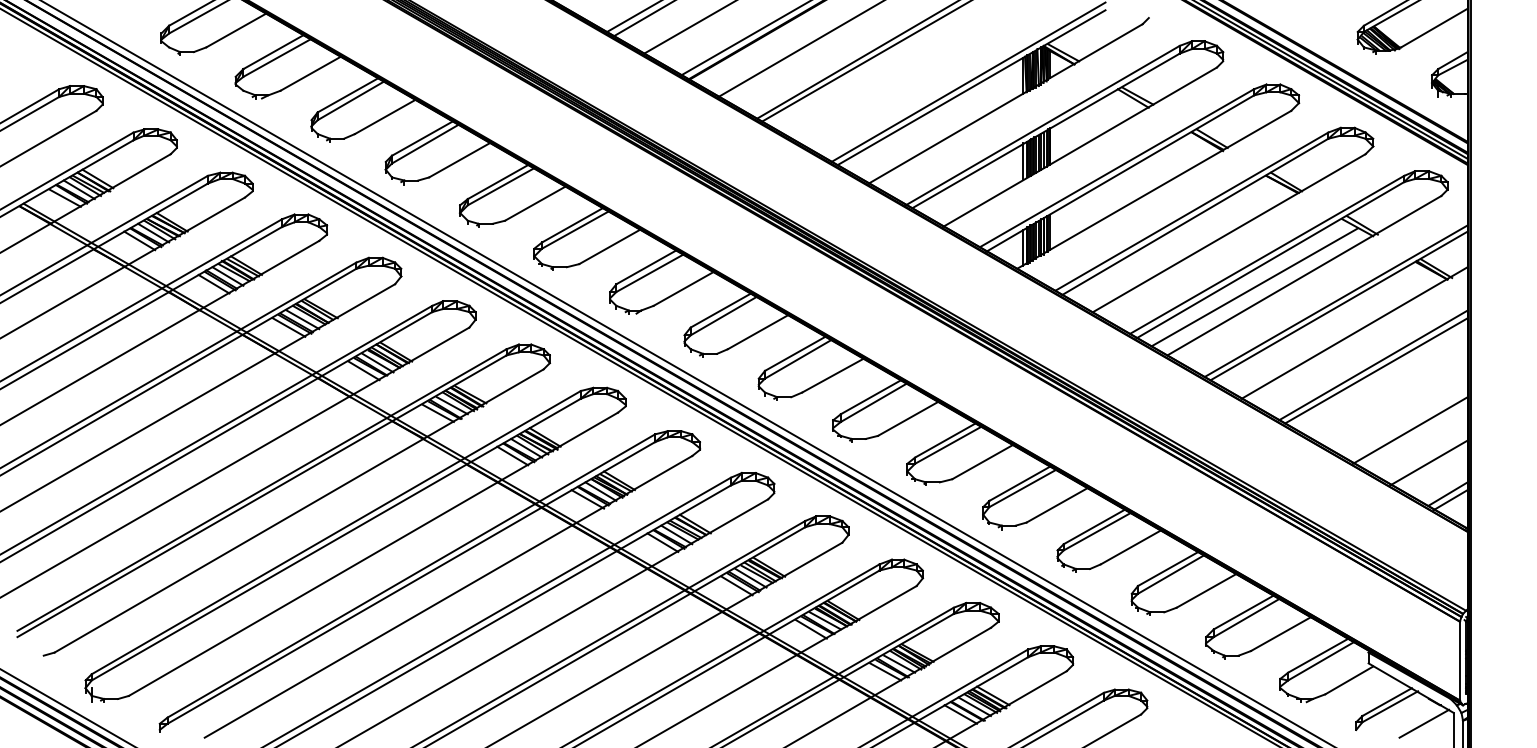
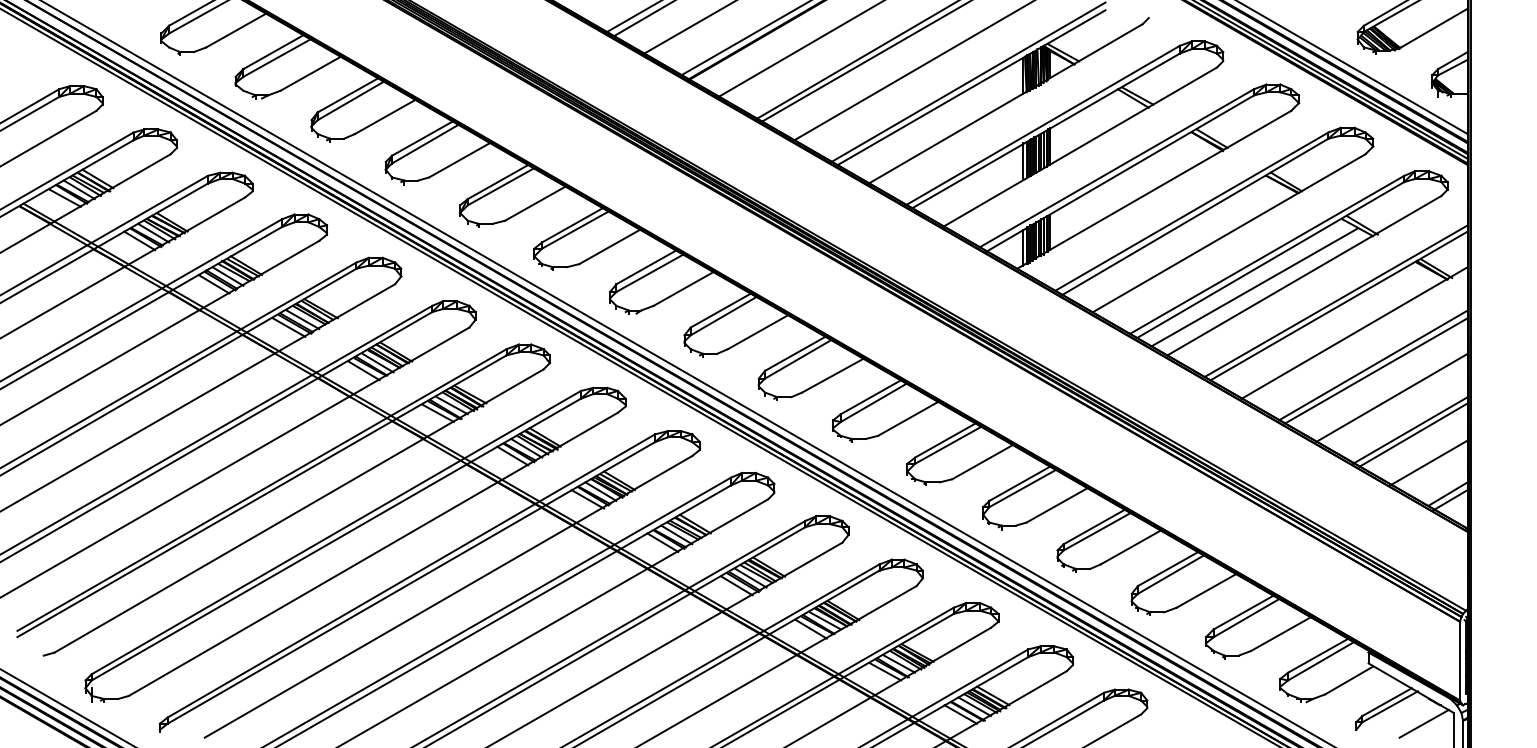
line at (1352, 68): none -> present
line at (912, 71): none -> present
line at (1391, 397): none -> present
line at (1413, 434): none -> present
